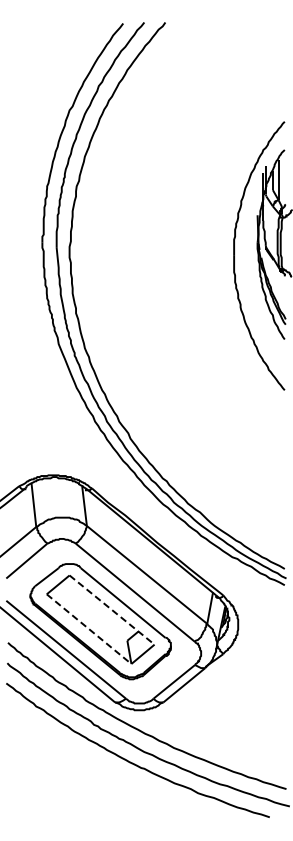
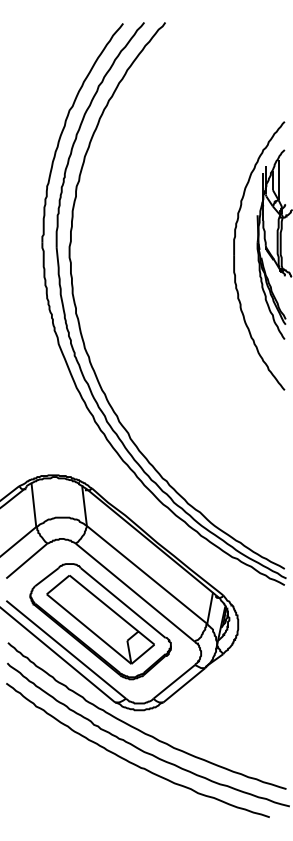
line at (112, 610): dashed -> solid
line at (89, 629): dashed -> solid
